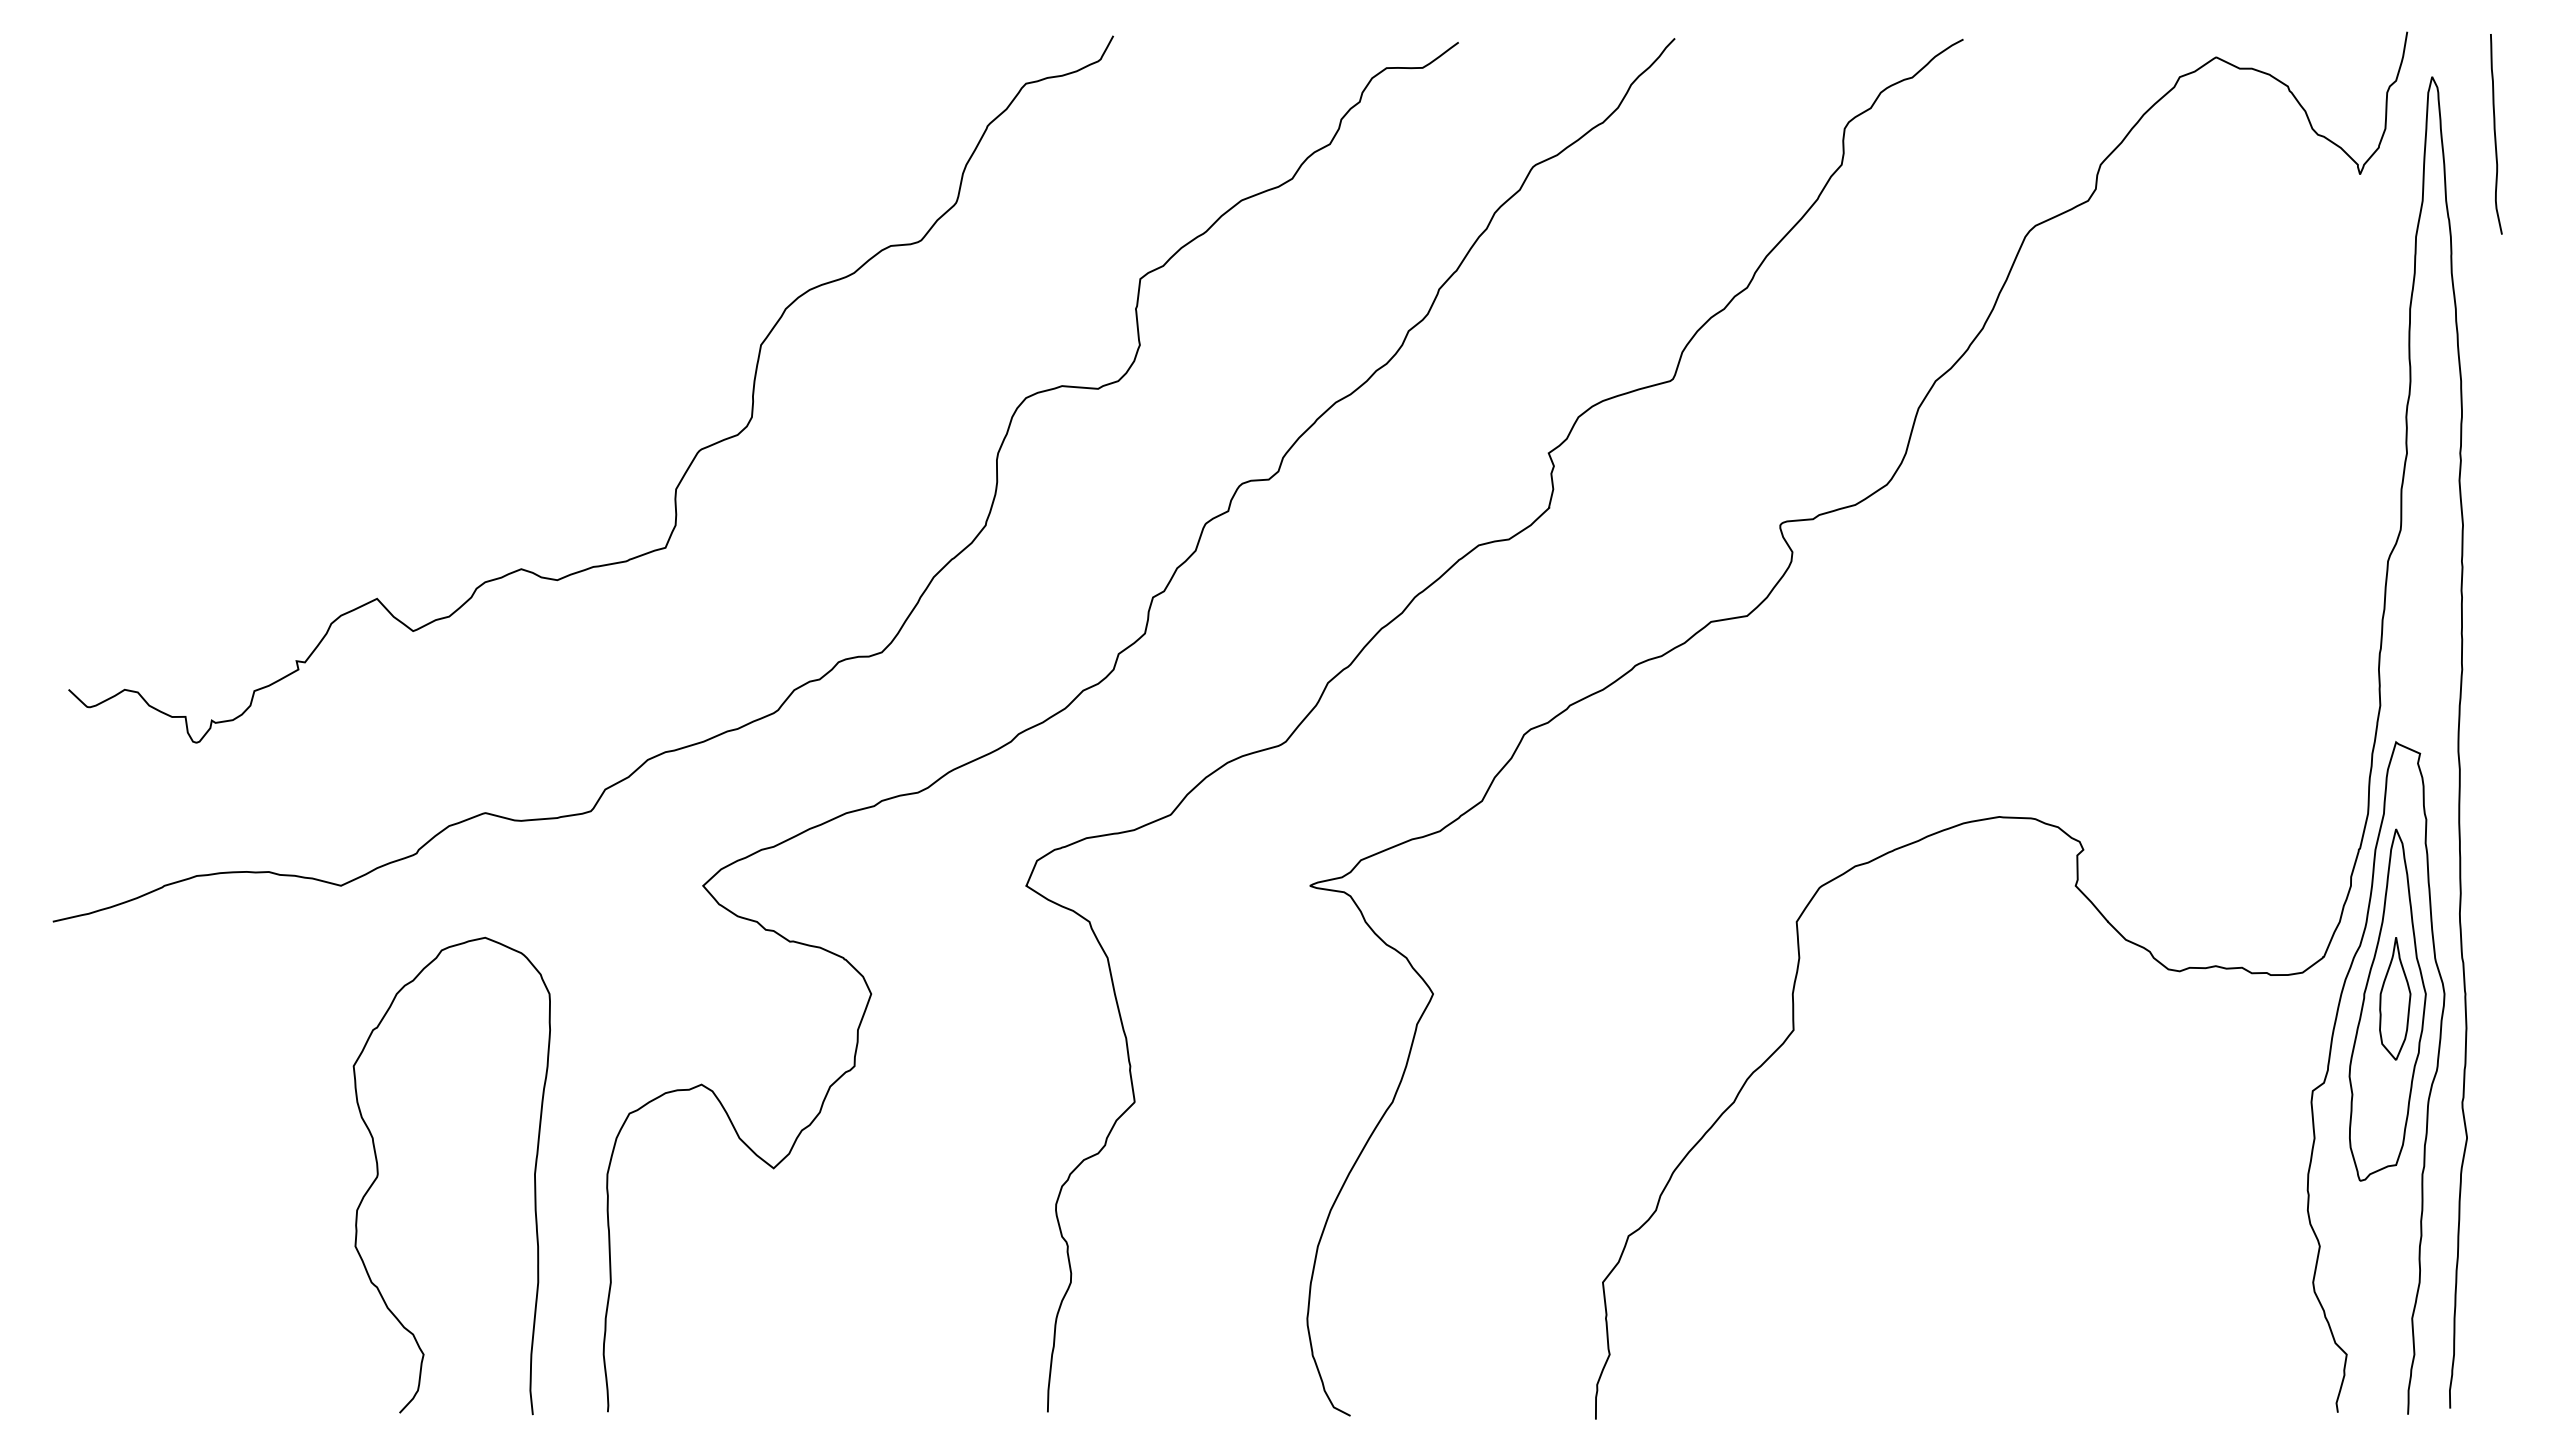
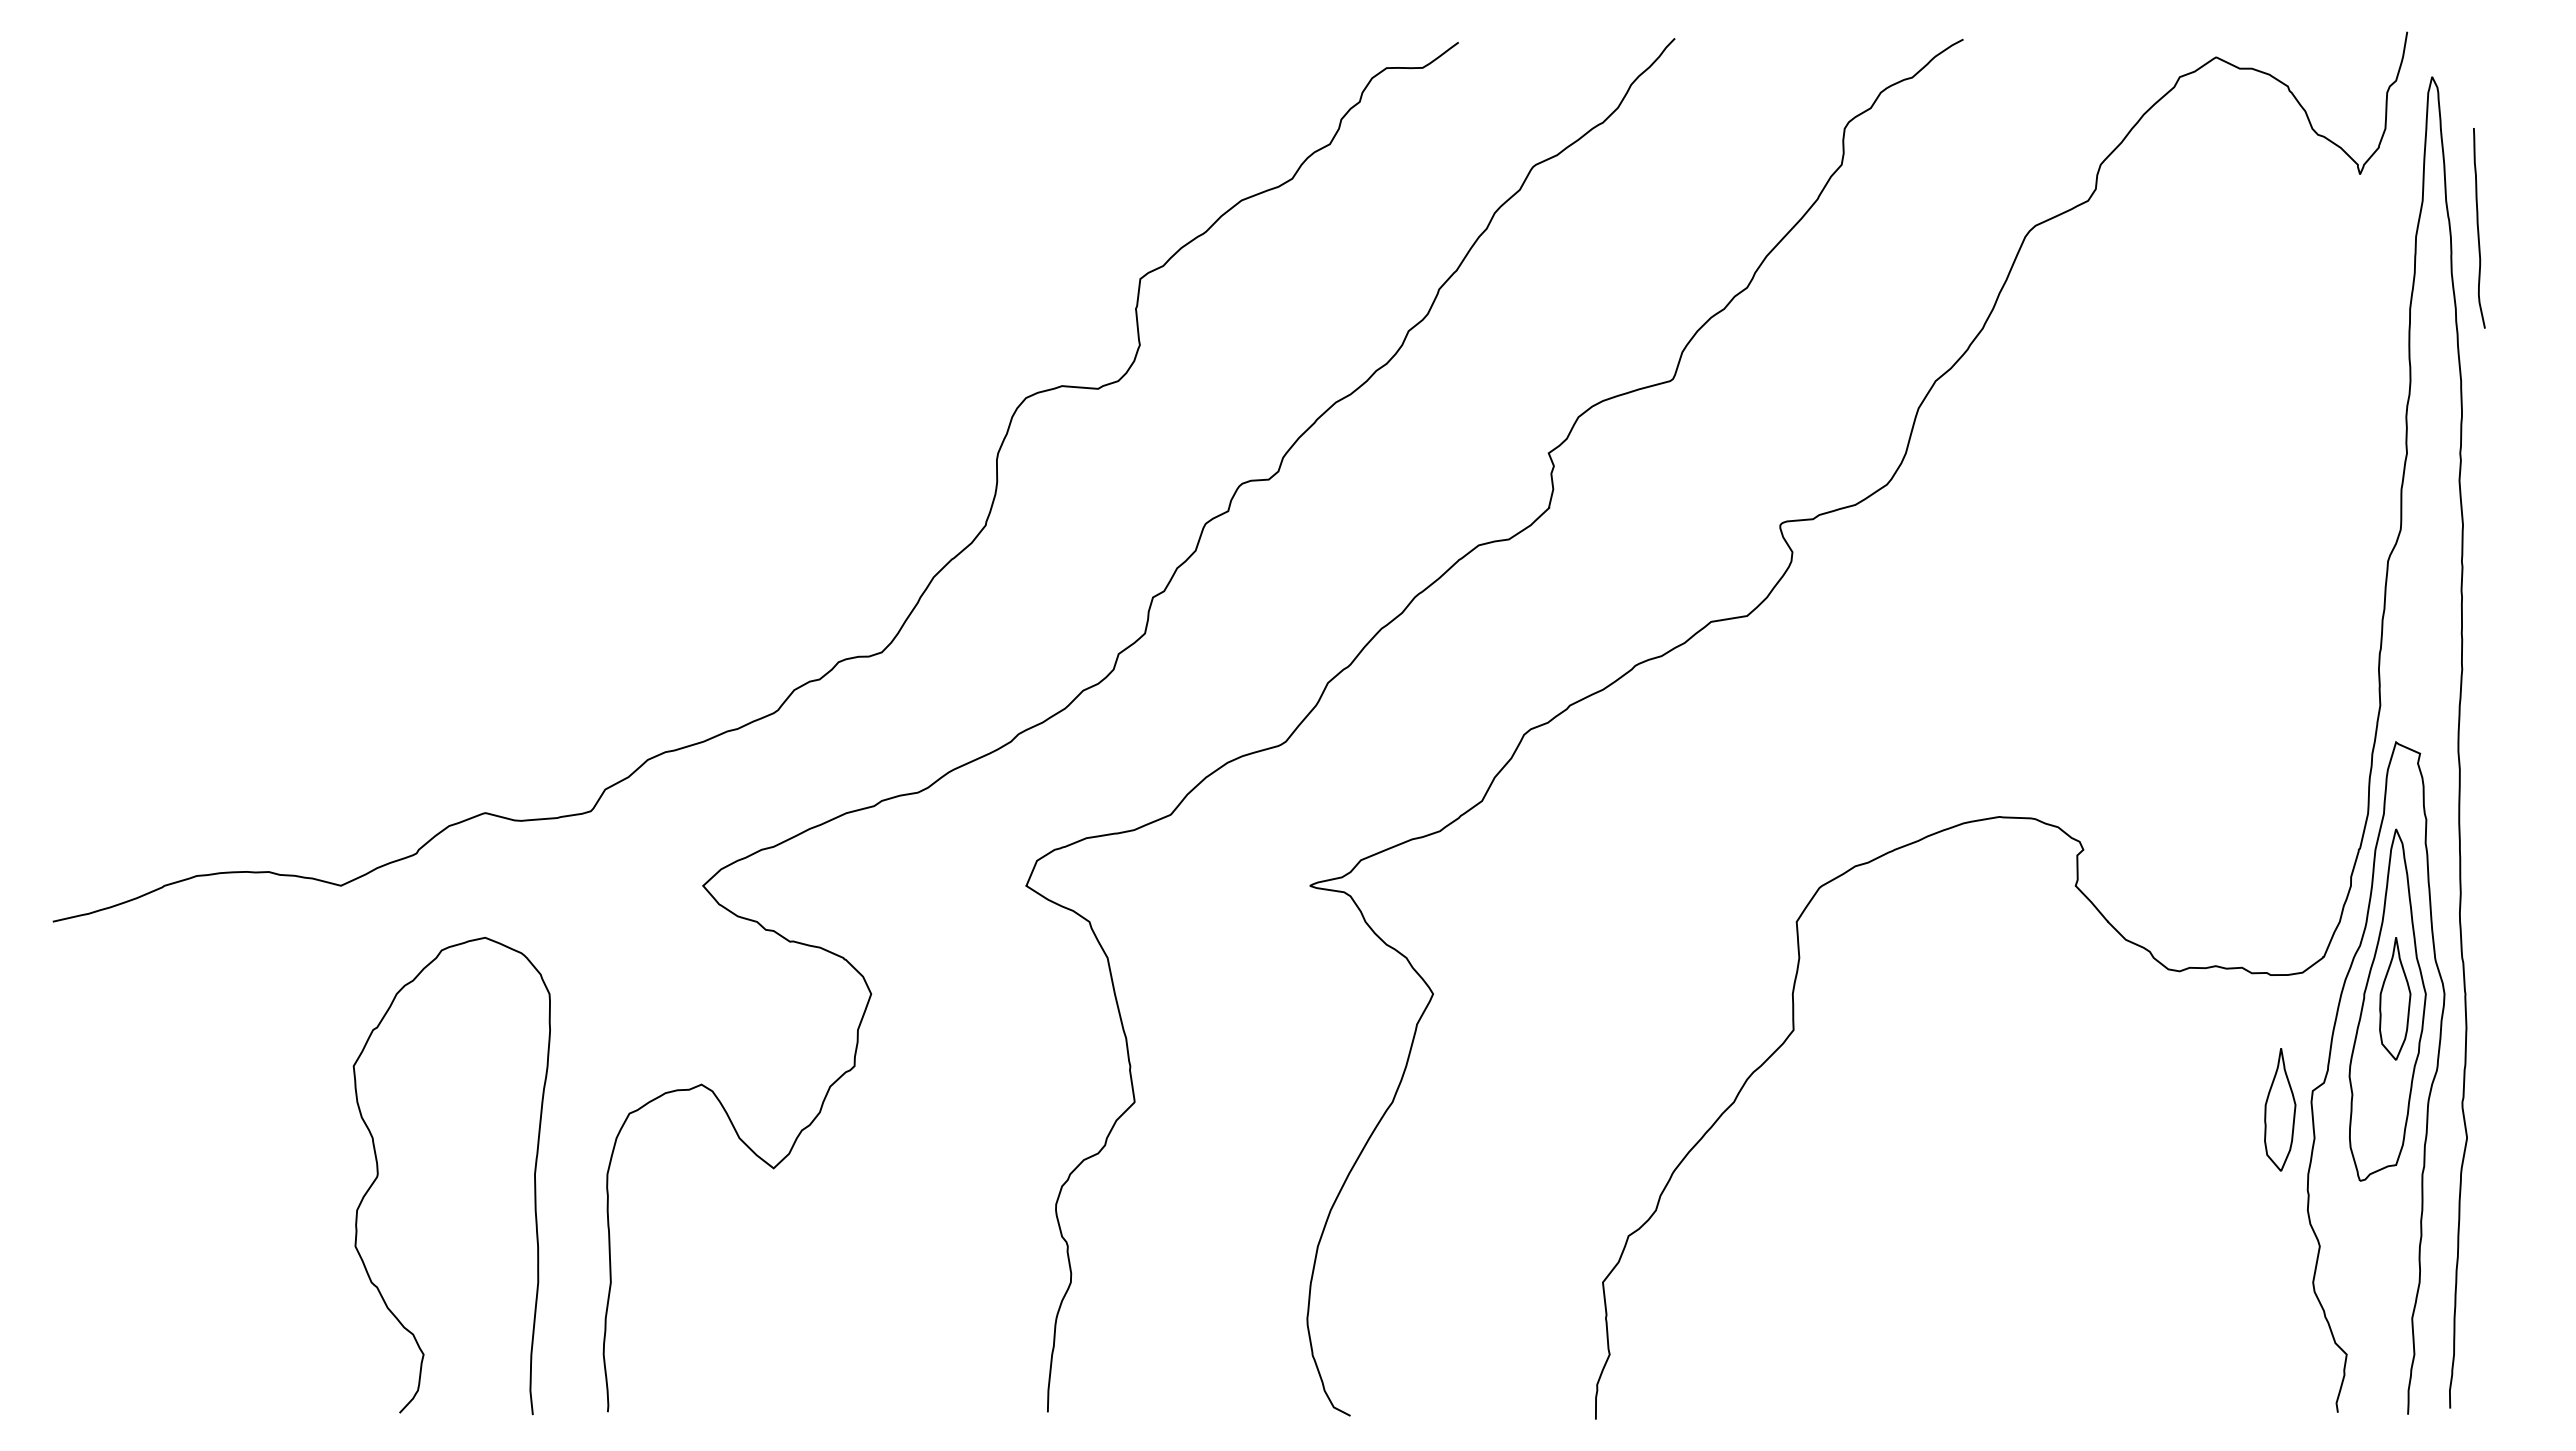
curve at (2495, 134) position: (2495, 134) -> (2478, 228)
curve at (696, 452): present -> none
part at (2280, 1109): none -> present
